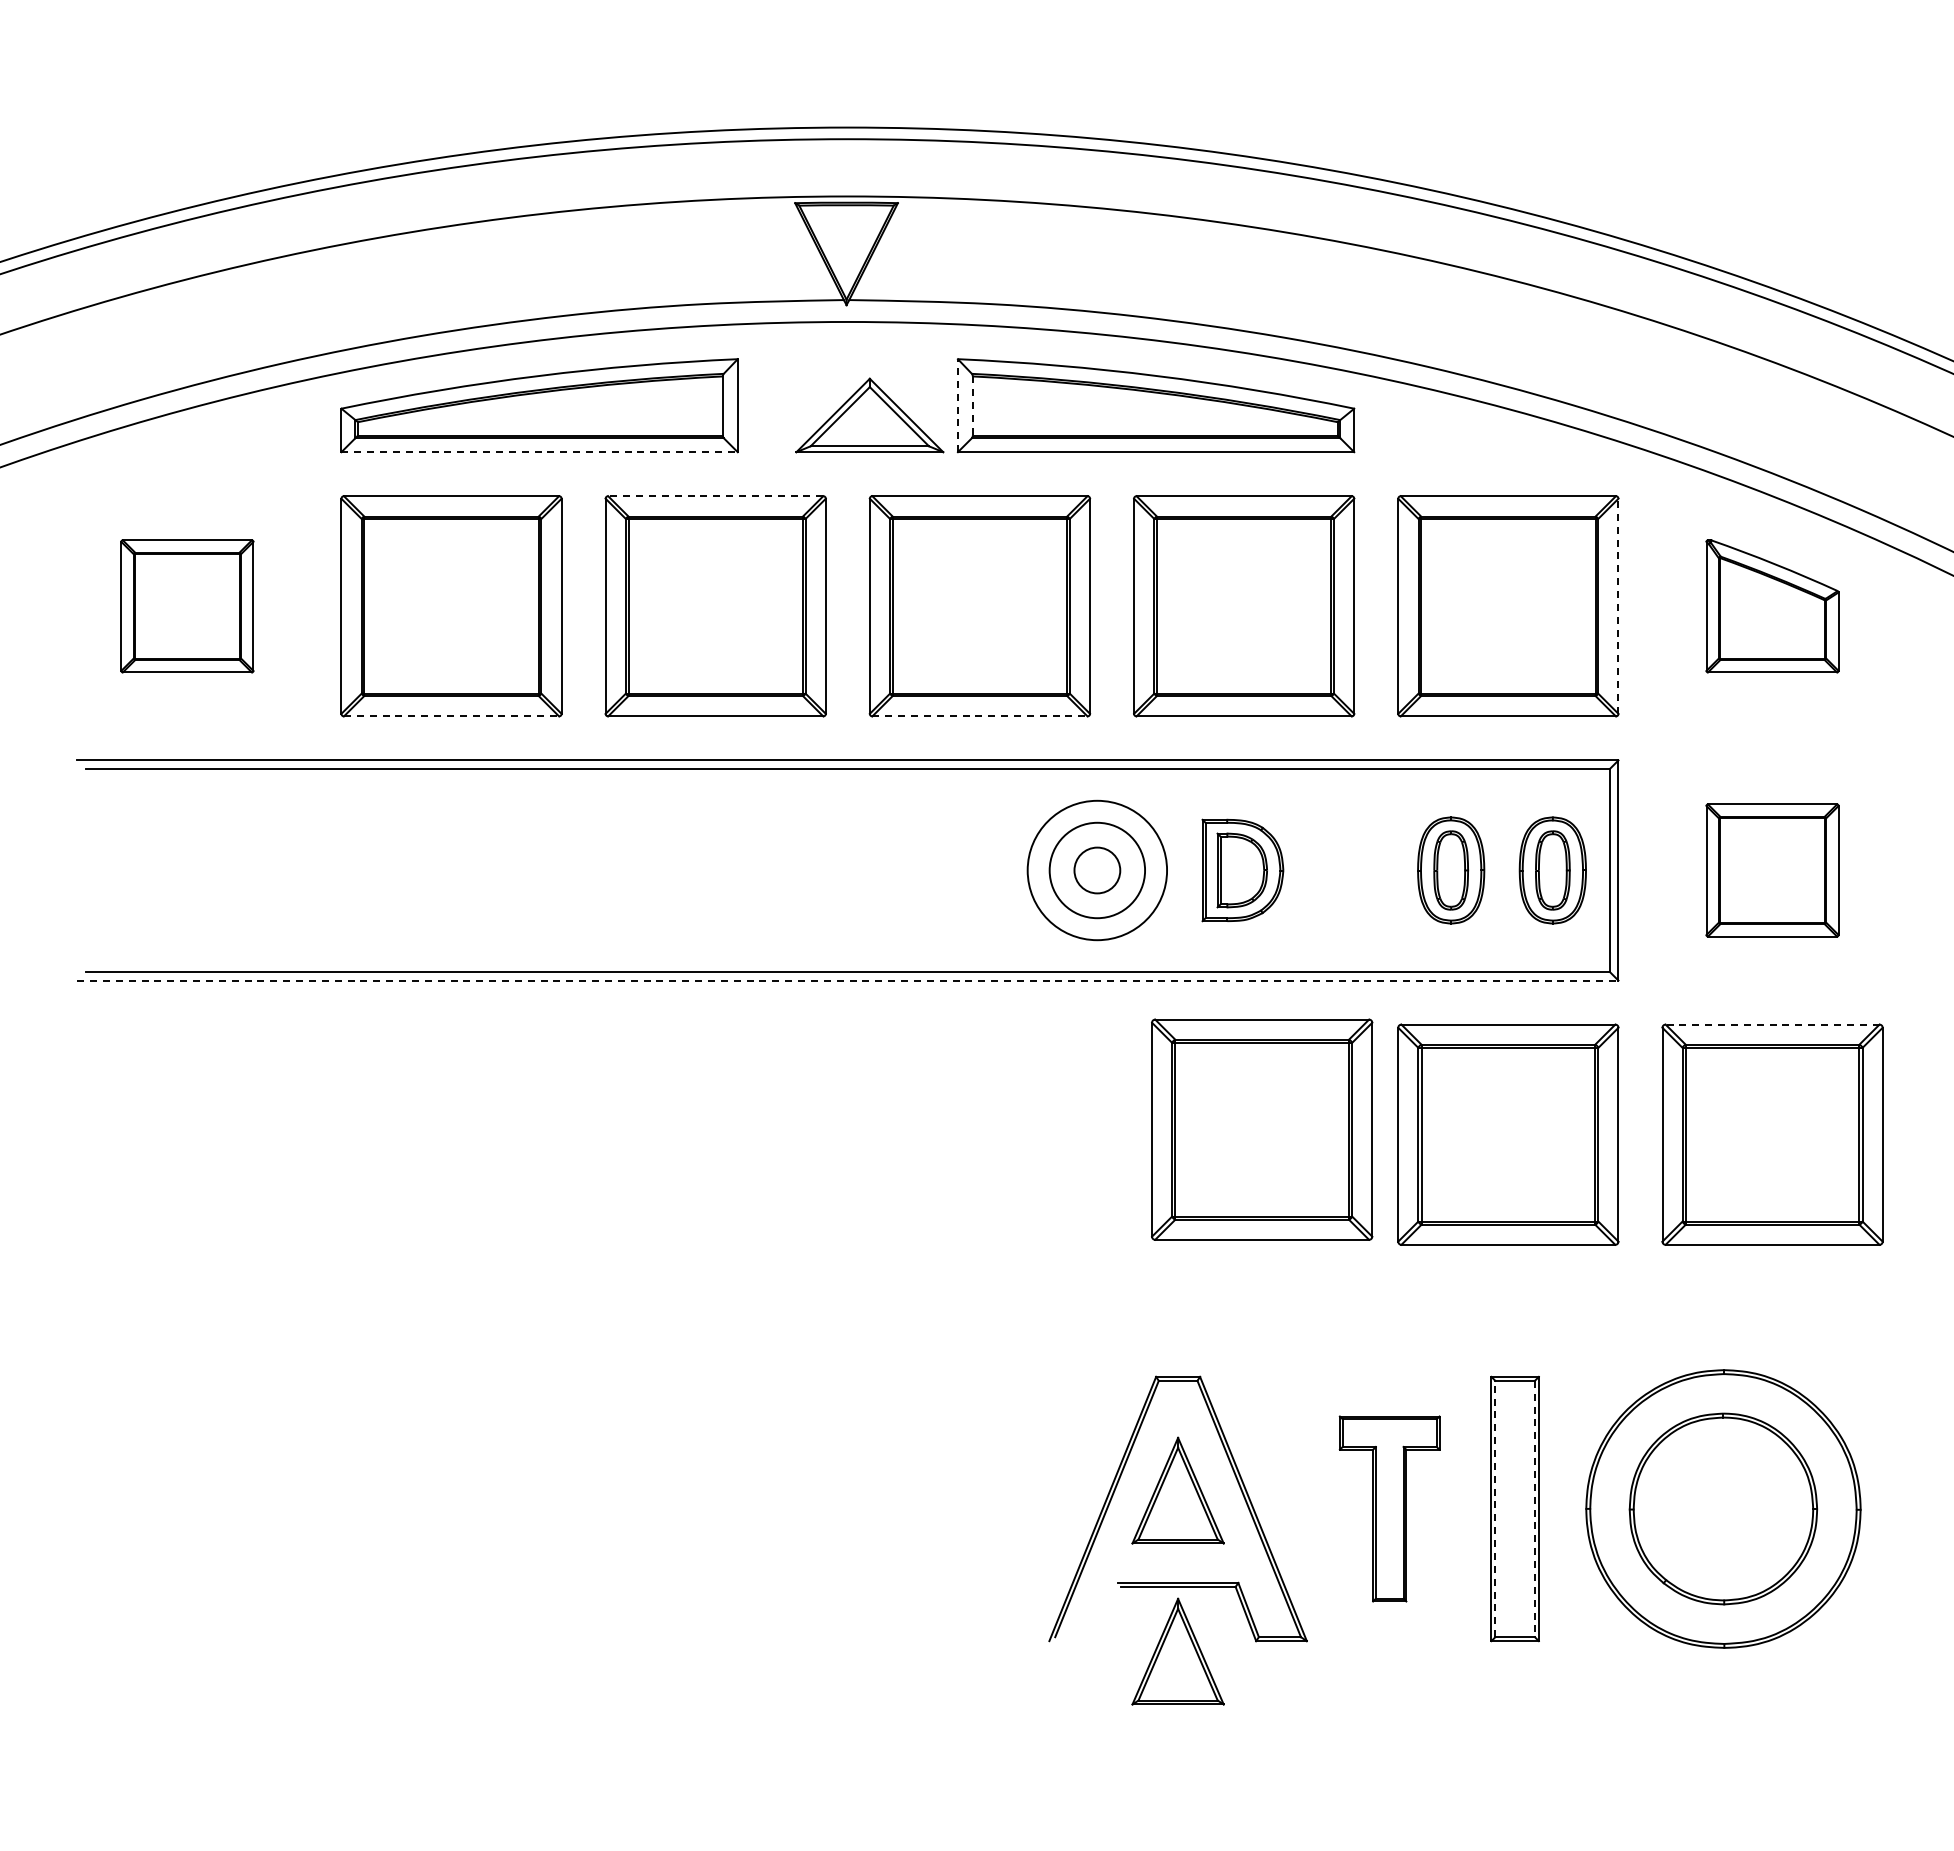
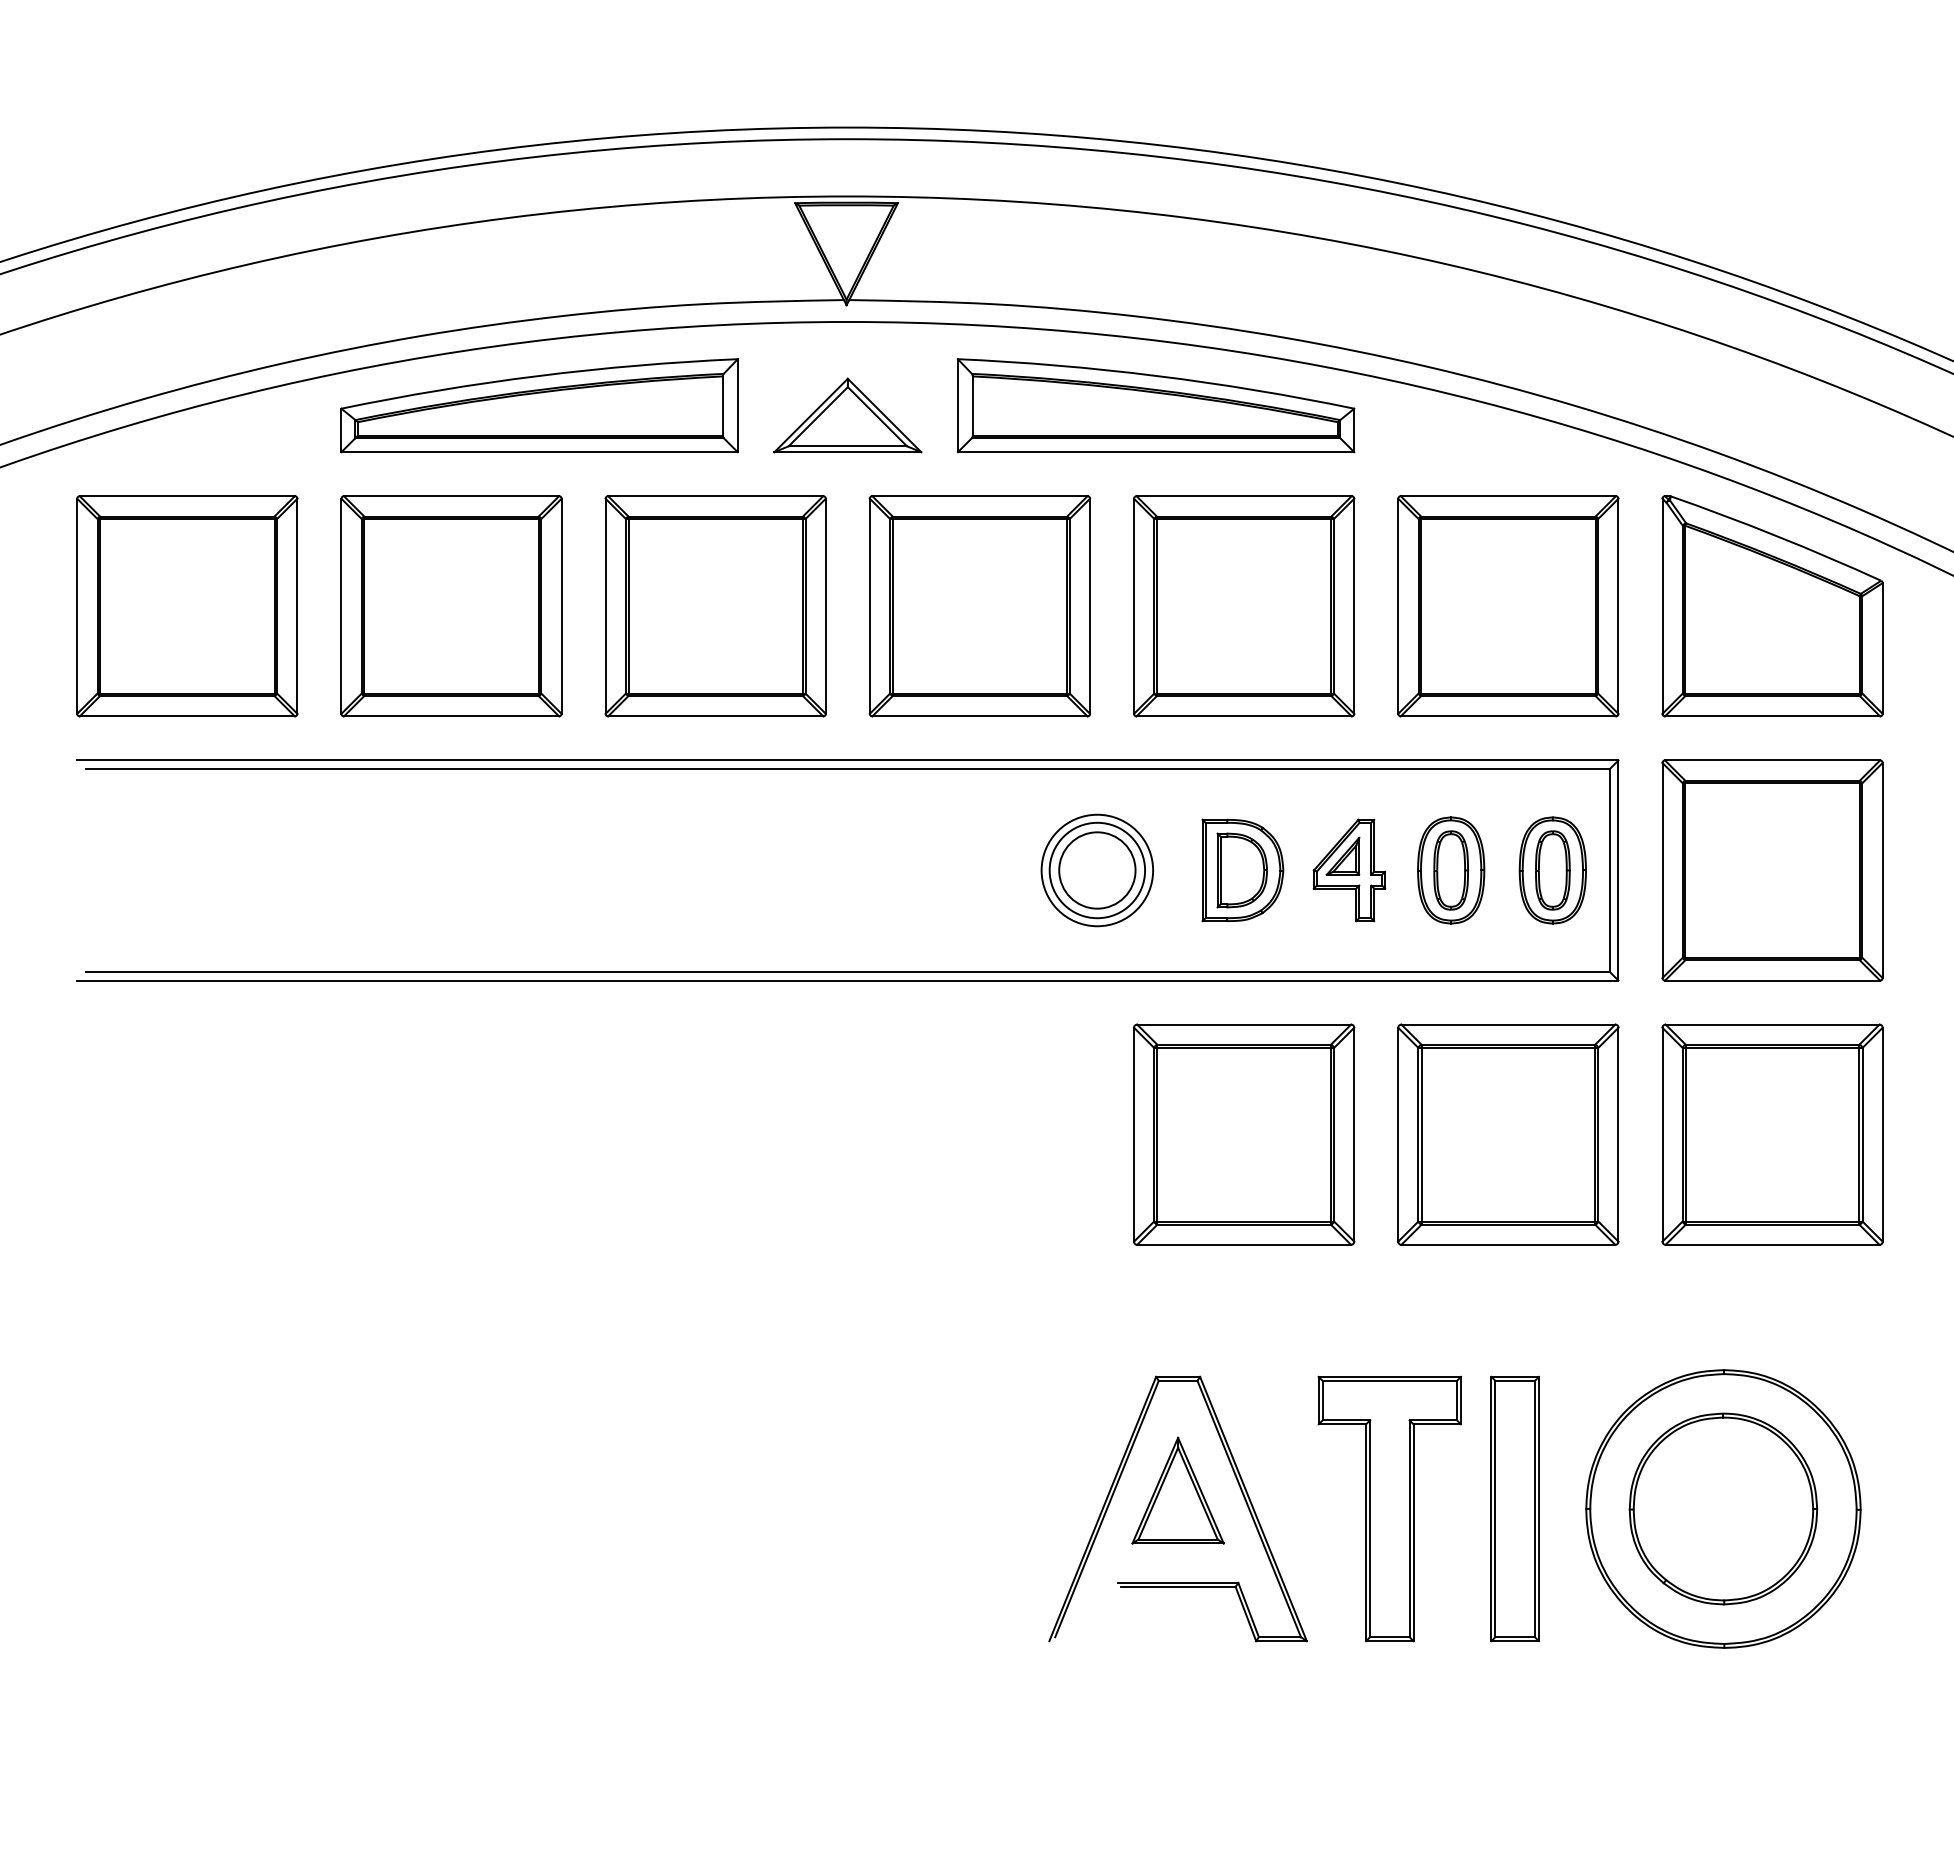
line at (957, 405): dashed -> solid
line at (972, 406): dashed -> solid
part at (869, 415) position: (869, 415) -> (847, 415)
line at (540, 452): dashed -> solid
line at (715, 496): dashed -> solid
part at (187, 606) size: 135x135 px -> 223x223 px
line at (1618, 606): dashed -> solid
part at (1772, 606) size: 135x135 px -> 223x223 px
line at (451, 716): dashed -> solid
line at (979, 716): dashed -> solid
circle at (1097, 870) diameter: 139 px -> 112 px
circle at (1097, 870) diameter: 46 px -> 76 px
part at (1349, 870): none -> present
part at (1772, 870) size: 135x135 px -> 223x223 px
line at (847, 980): dashed -> solid
line at (1772, 1024): dashed -> solid
part at (1262, 1129) position: (1262, 1129) -> (1244, 1134)
part at (1389, 1508) size: 103x188 px -> 145x268 px
line at (1495, 1508): dashed -> solid
line at (1534, 1509): dashed -> solid
part at (1177, 1651): present -> none
